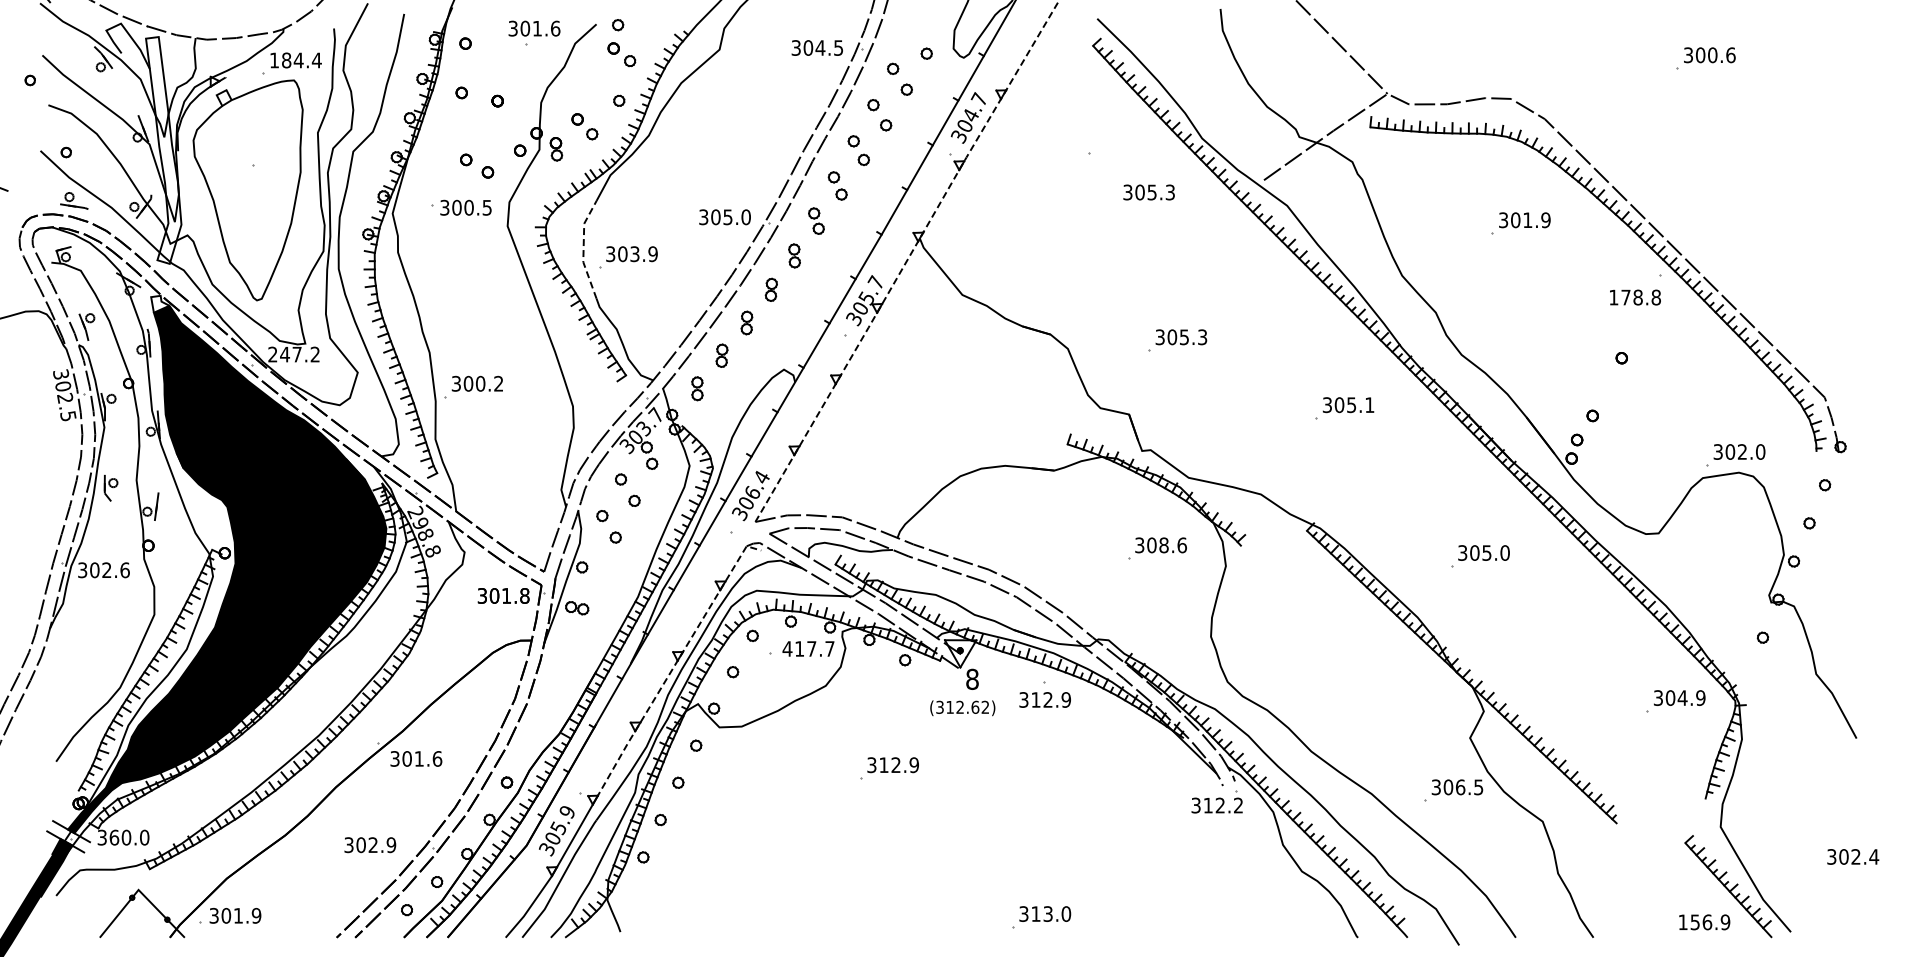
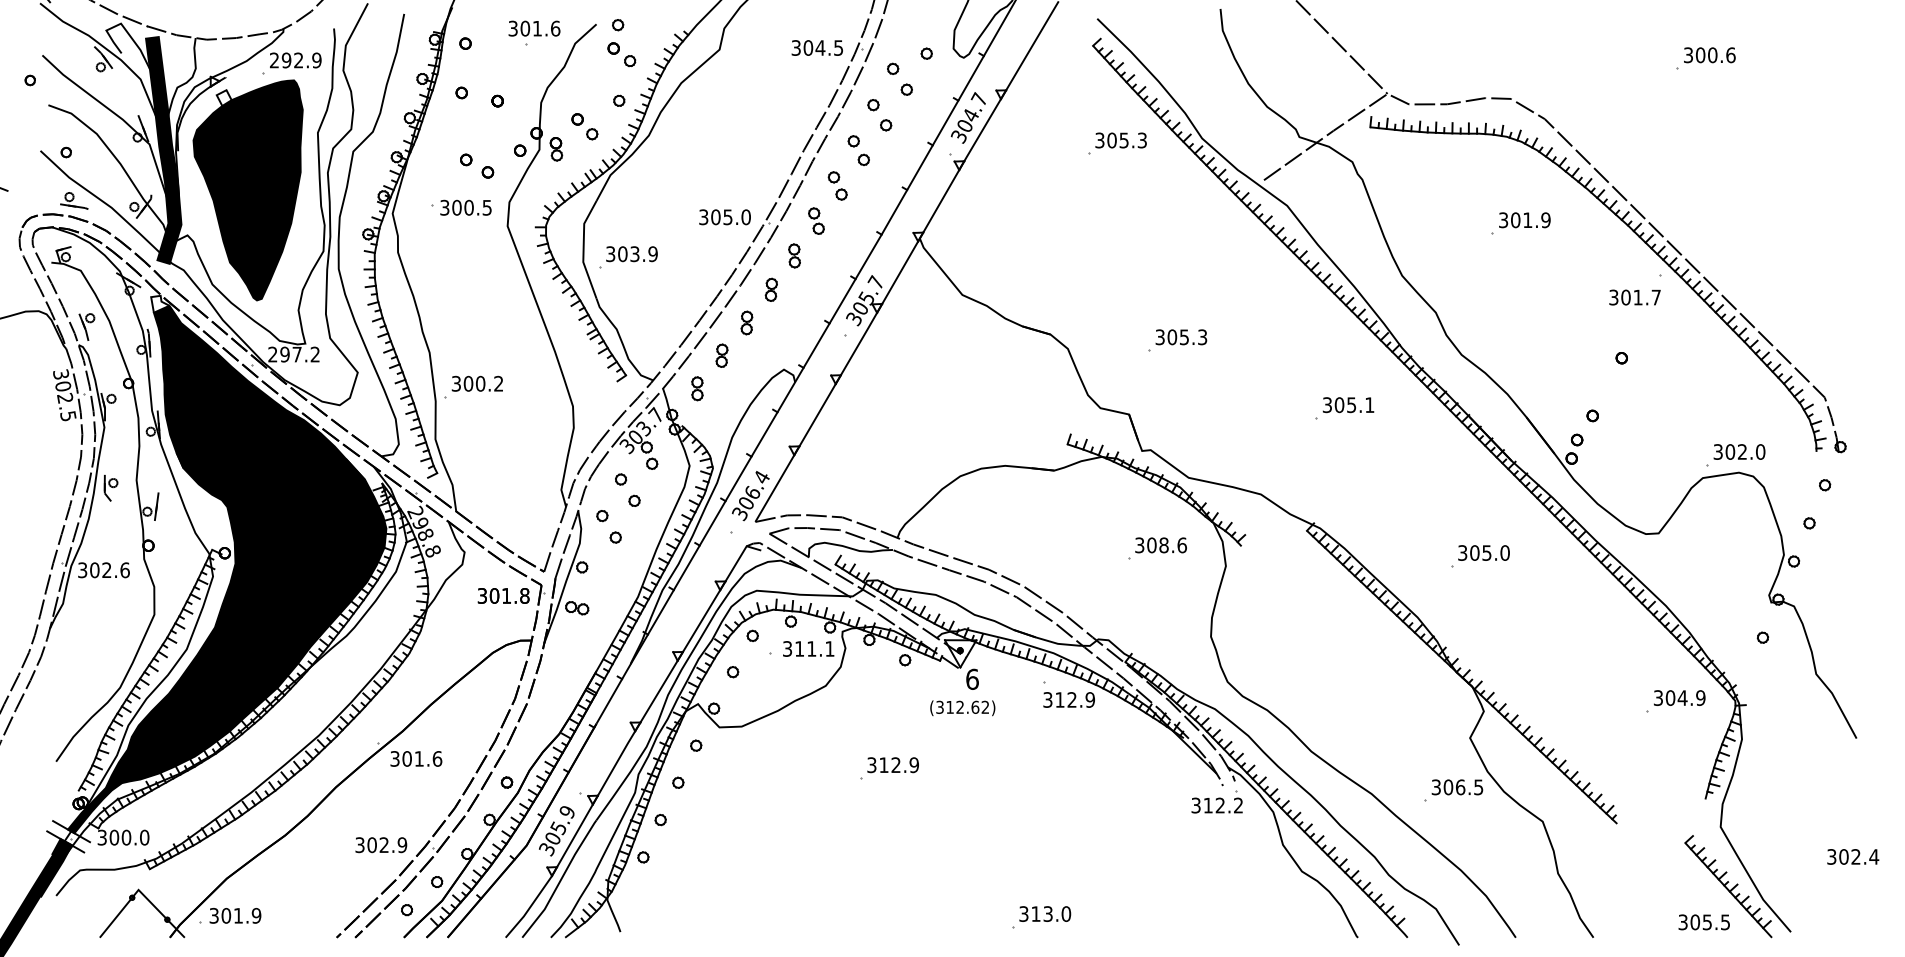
text at (295, 60): 184.4 -> 292.9
fill at (163, 150): none -> present
fill at (247, 190): none -> present
text at (1148, 192) position: (1148, 192) -> (1120, 140)
line at (583, 249): dashed -> solid
line at (906, 261): dashed -> solid
text at (1634, 297): 178.8 -> 301.7
text at (284, 354): 247.2 -> 297.2
text at (808, 648): 417.7 -> 311.1
line at (675, 664): dashed -> solid
text at (972, 678): 8 -> 6
text at (1044, 699) position: (1044, 699) -> (1068, 699)
text at (114, 837): 360.0 -> 300.0
text at (370, 845) position: (370, 845) -> (381, 845)
text at (1704, 922): 156.9 -> 305.5
